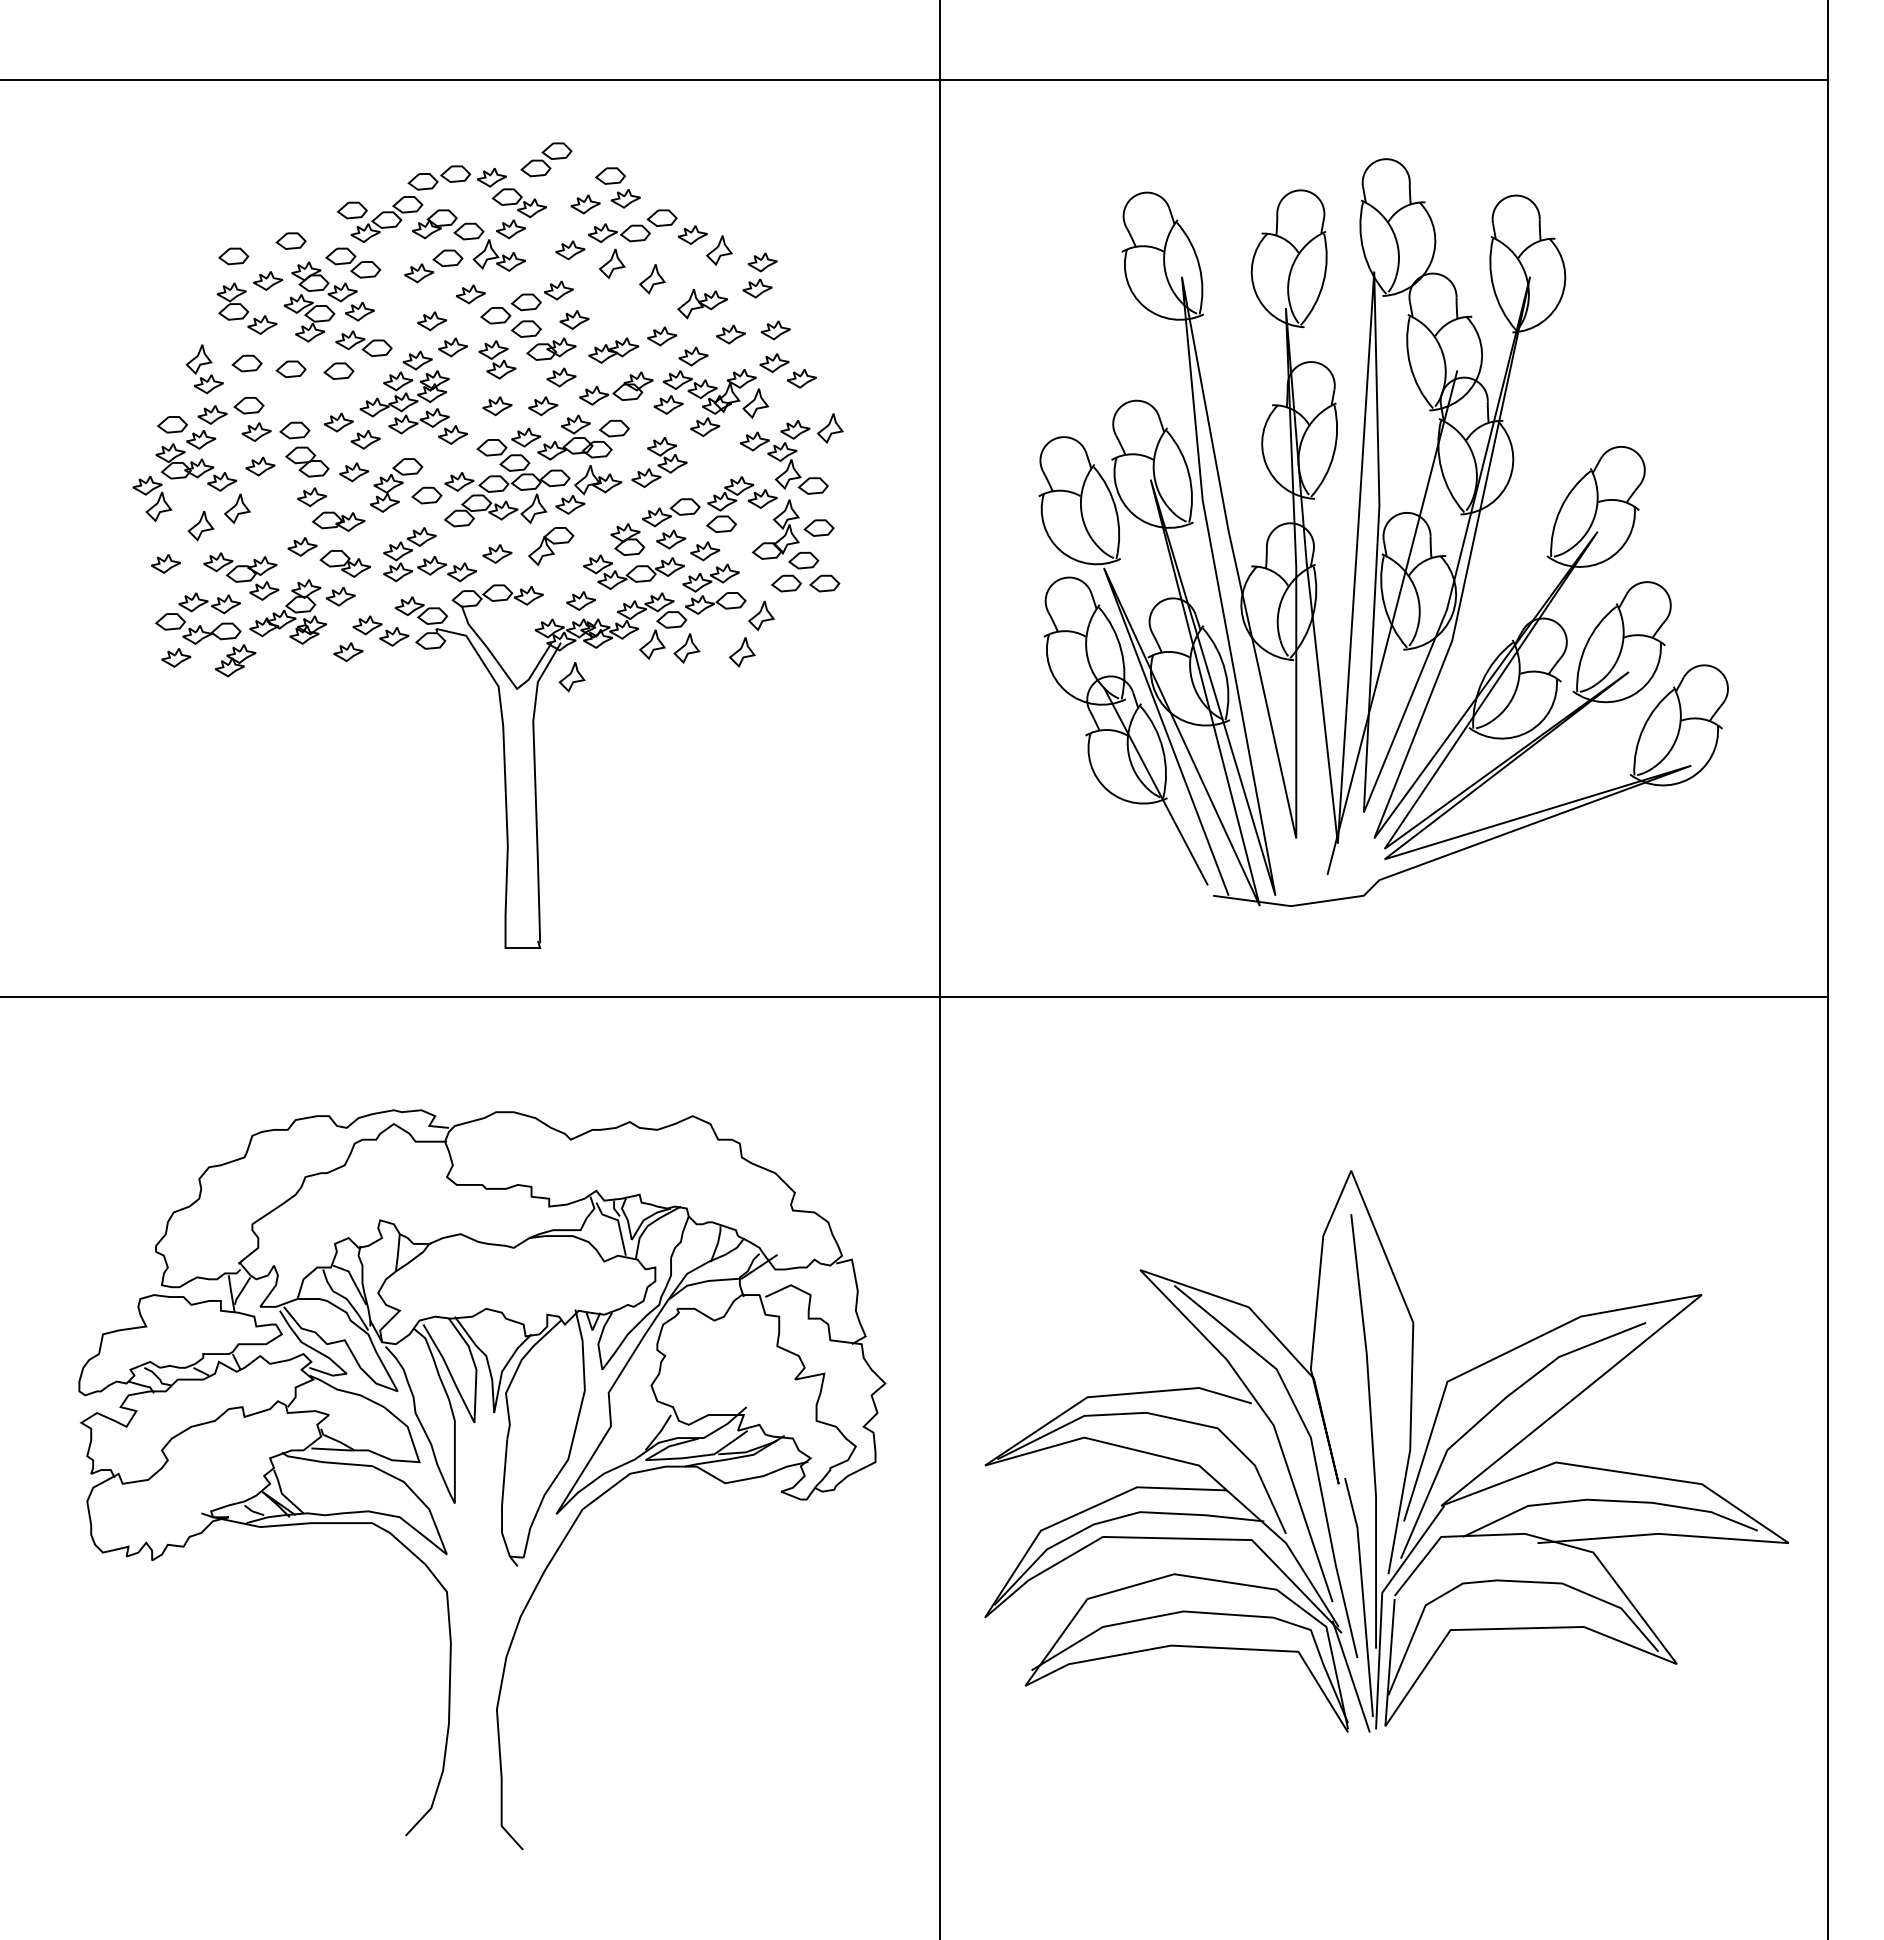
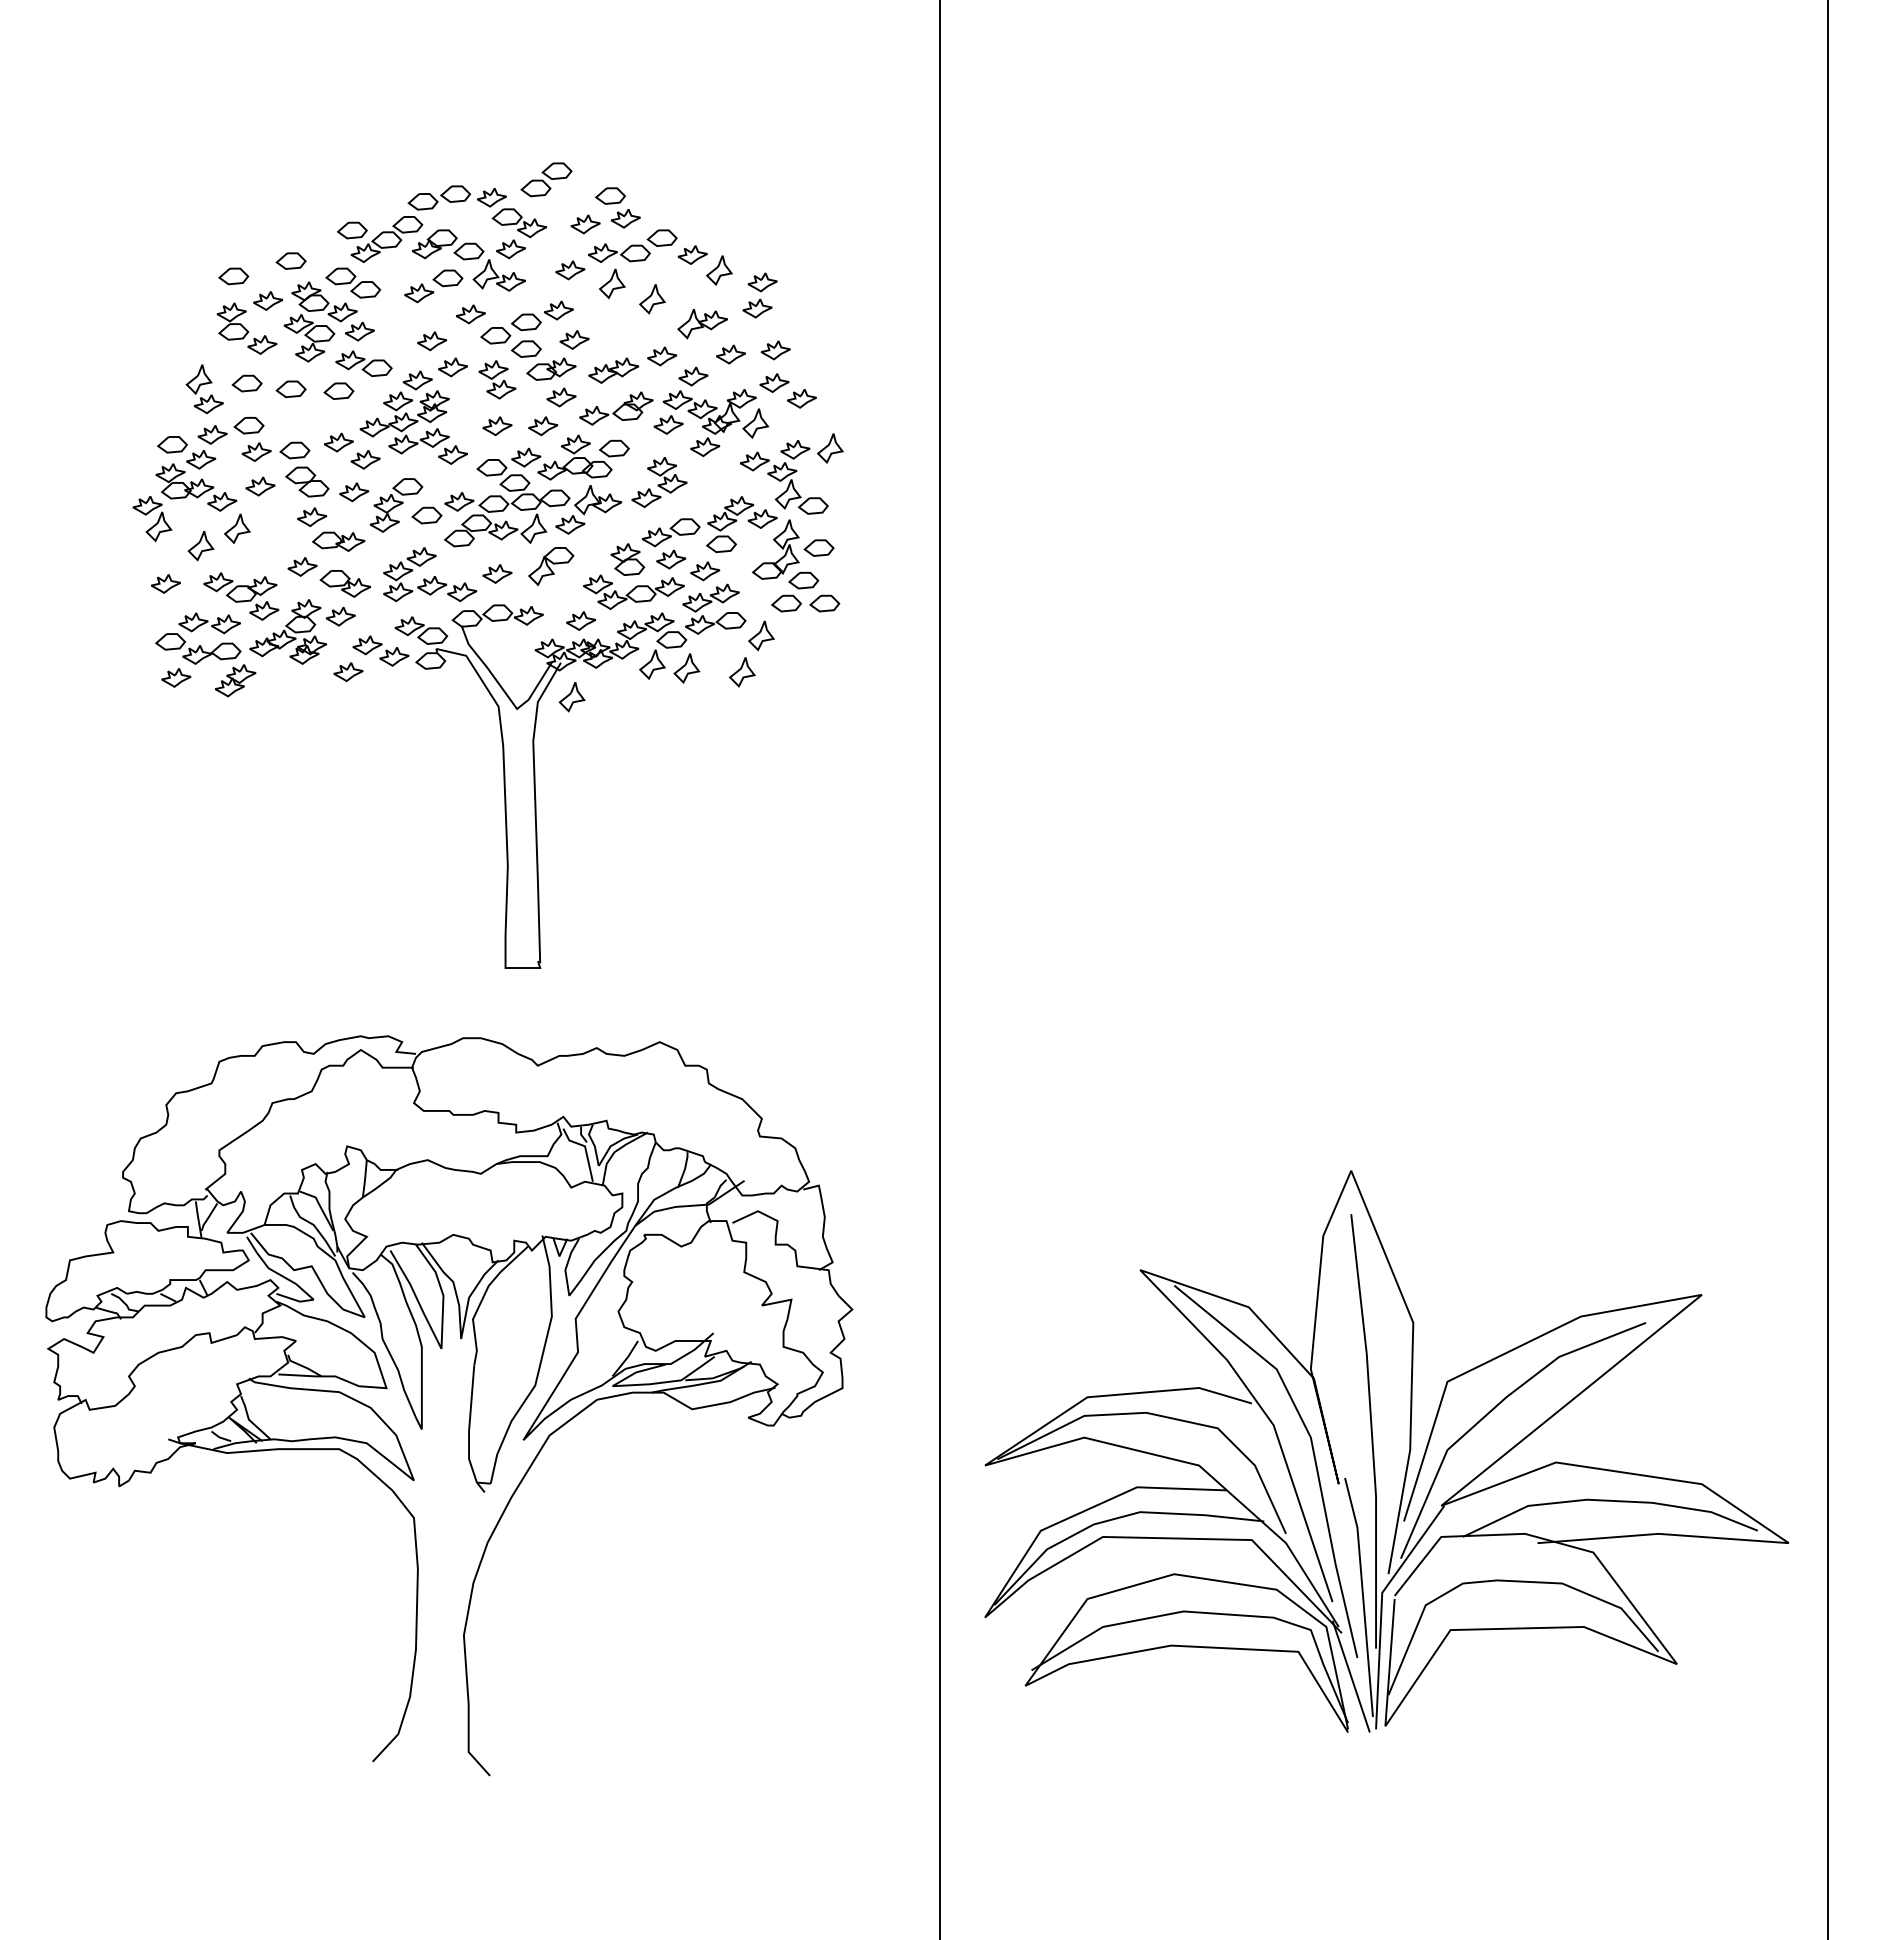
line at (914, 80): present -> none
part at (1383, 532): present -> none
part at (487, 545) position: (487, 545) -> (487, 565)
line at (914, 997): present -> none
part at (502, 1483) position: (502, 1483) -> (469, 1409)
